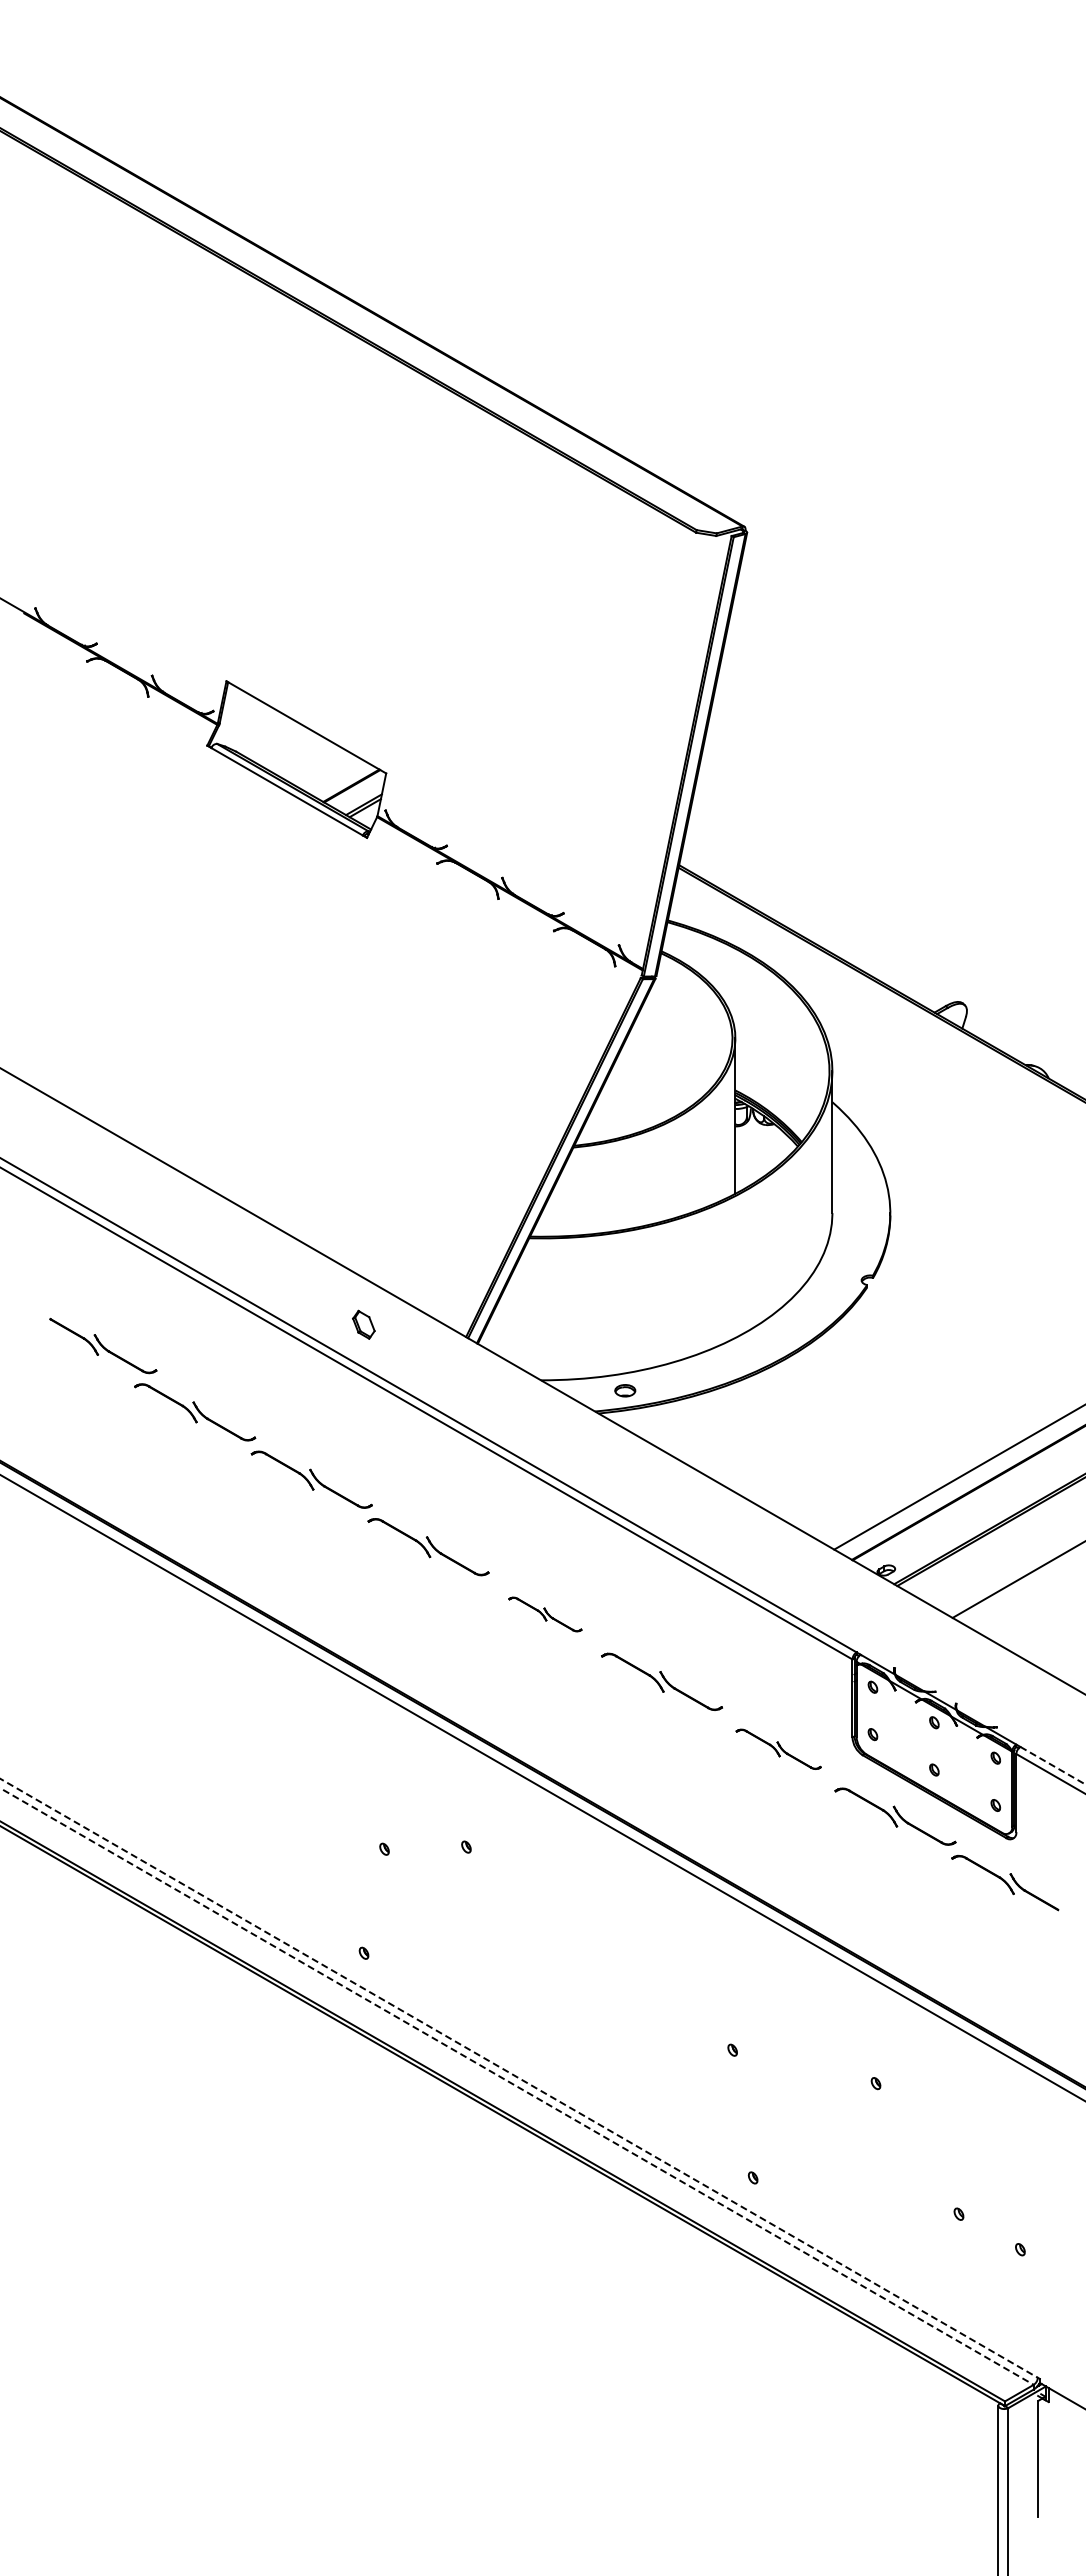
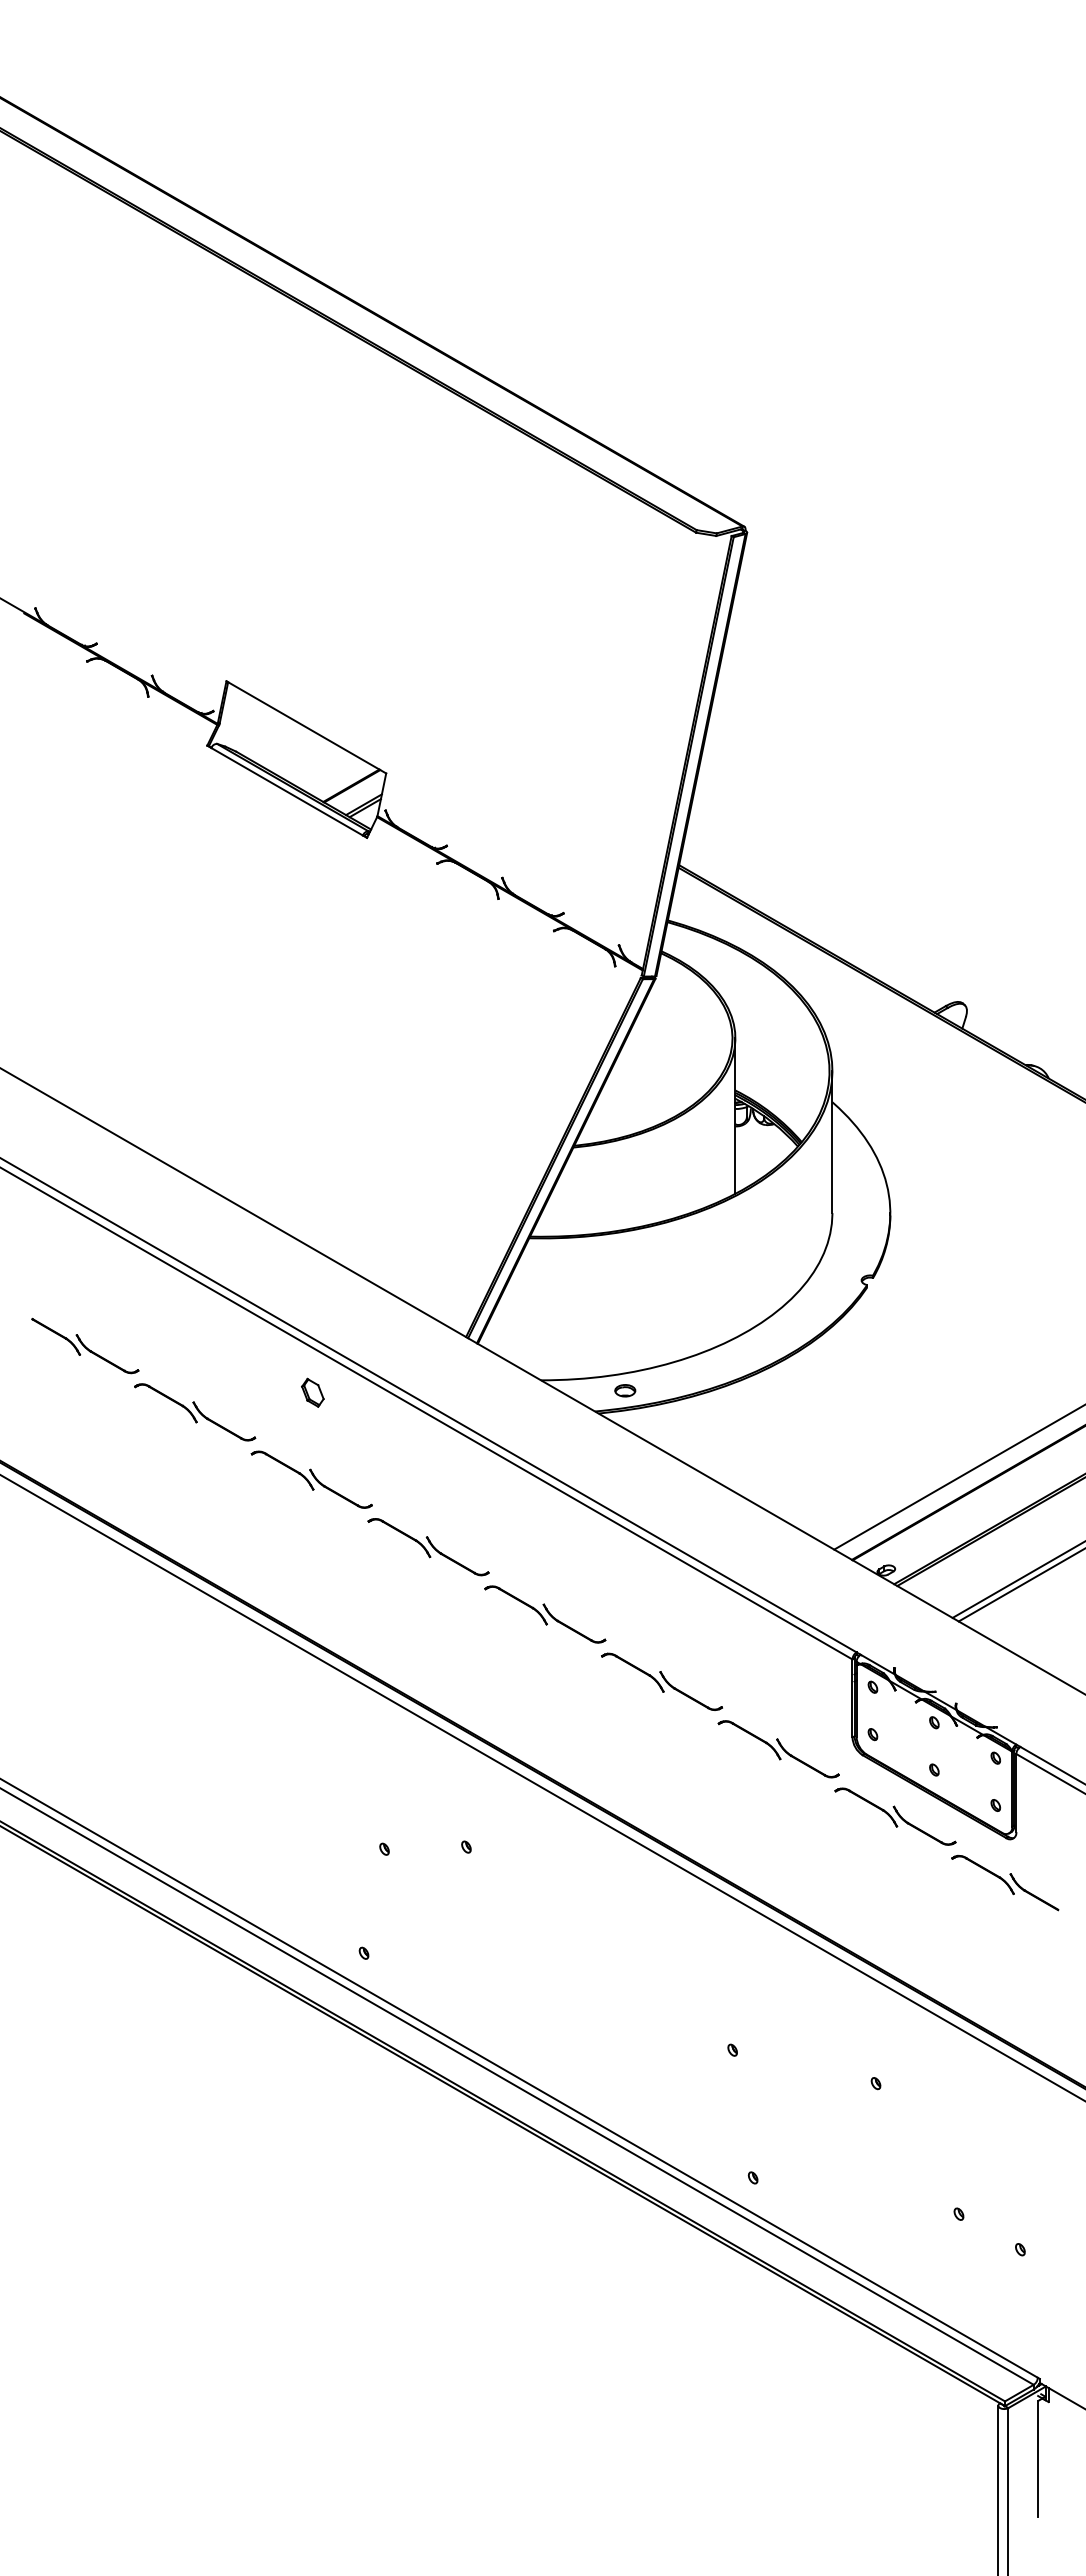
part at (363, 1324) position: (363, 1324) -> (312, 1392)
part at (103, 1345) position: (103, 1345) -> (85, 1345)
line at (1020, 1585): none -> present
part at (545, 1614) size: 75x37 px -> 123x59 px
part at (778, 1748) size: 87x42 px -> 123x59 px
line at (1053, 1765): dashed -> solid
line at (519, 2078): dashed -> solid
line at (516, 2086): dashed -> solid
